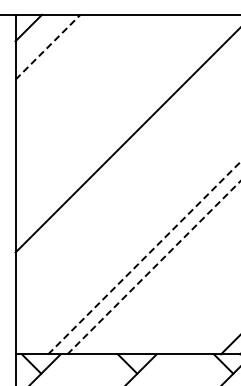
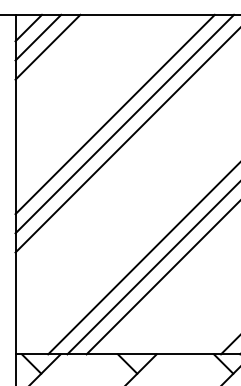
line at (38, 37): none -> present
line at (47, 47): dashed -> solid
line at (114, 114): none -> present
line at (124, 123): none -> present
line at (144, 257): dashed -> solid
line at (154, 267): dashed -> solid
line at (161, 278): none -> present
